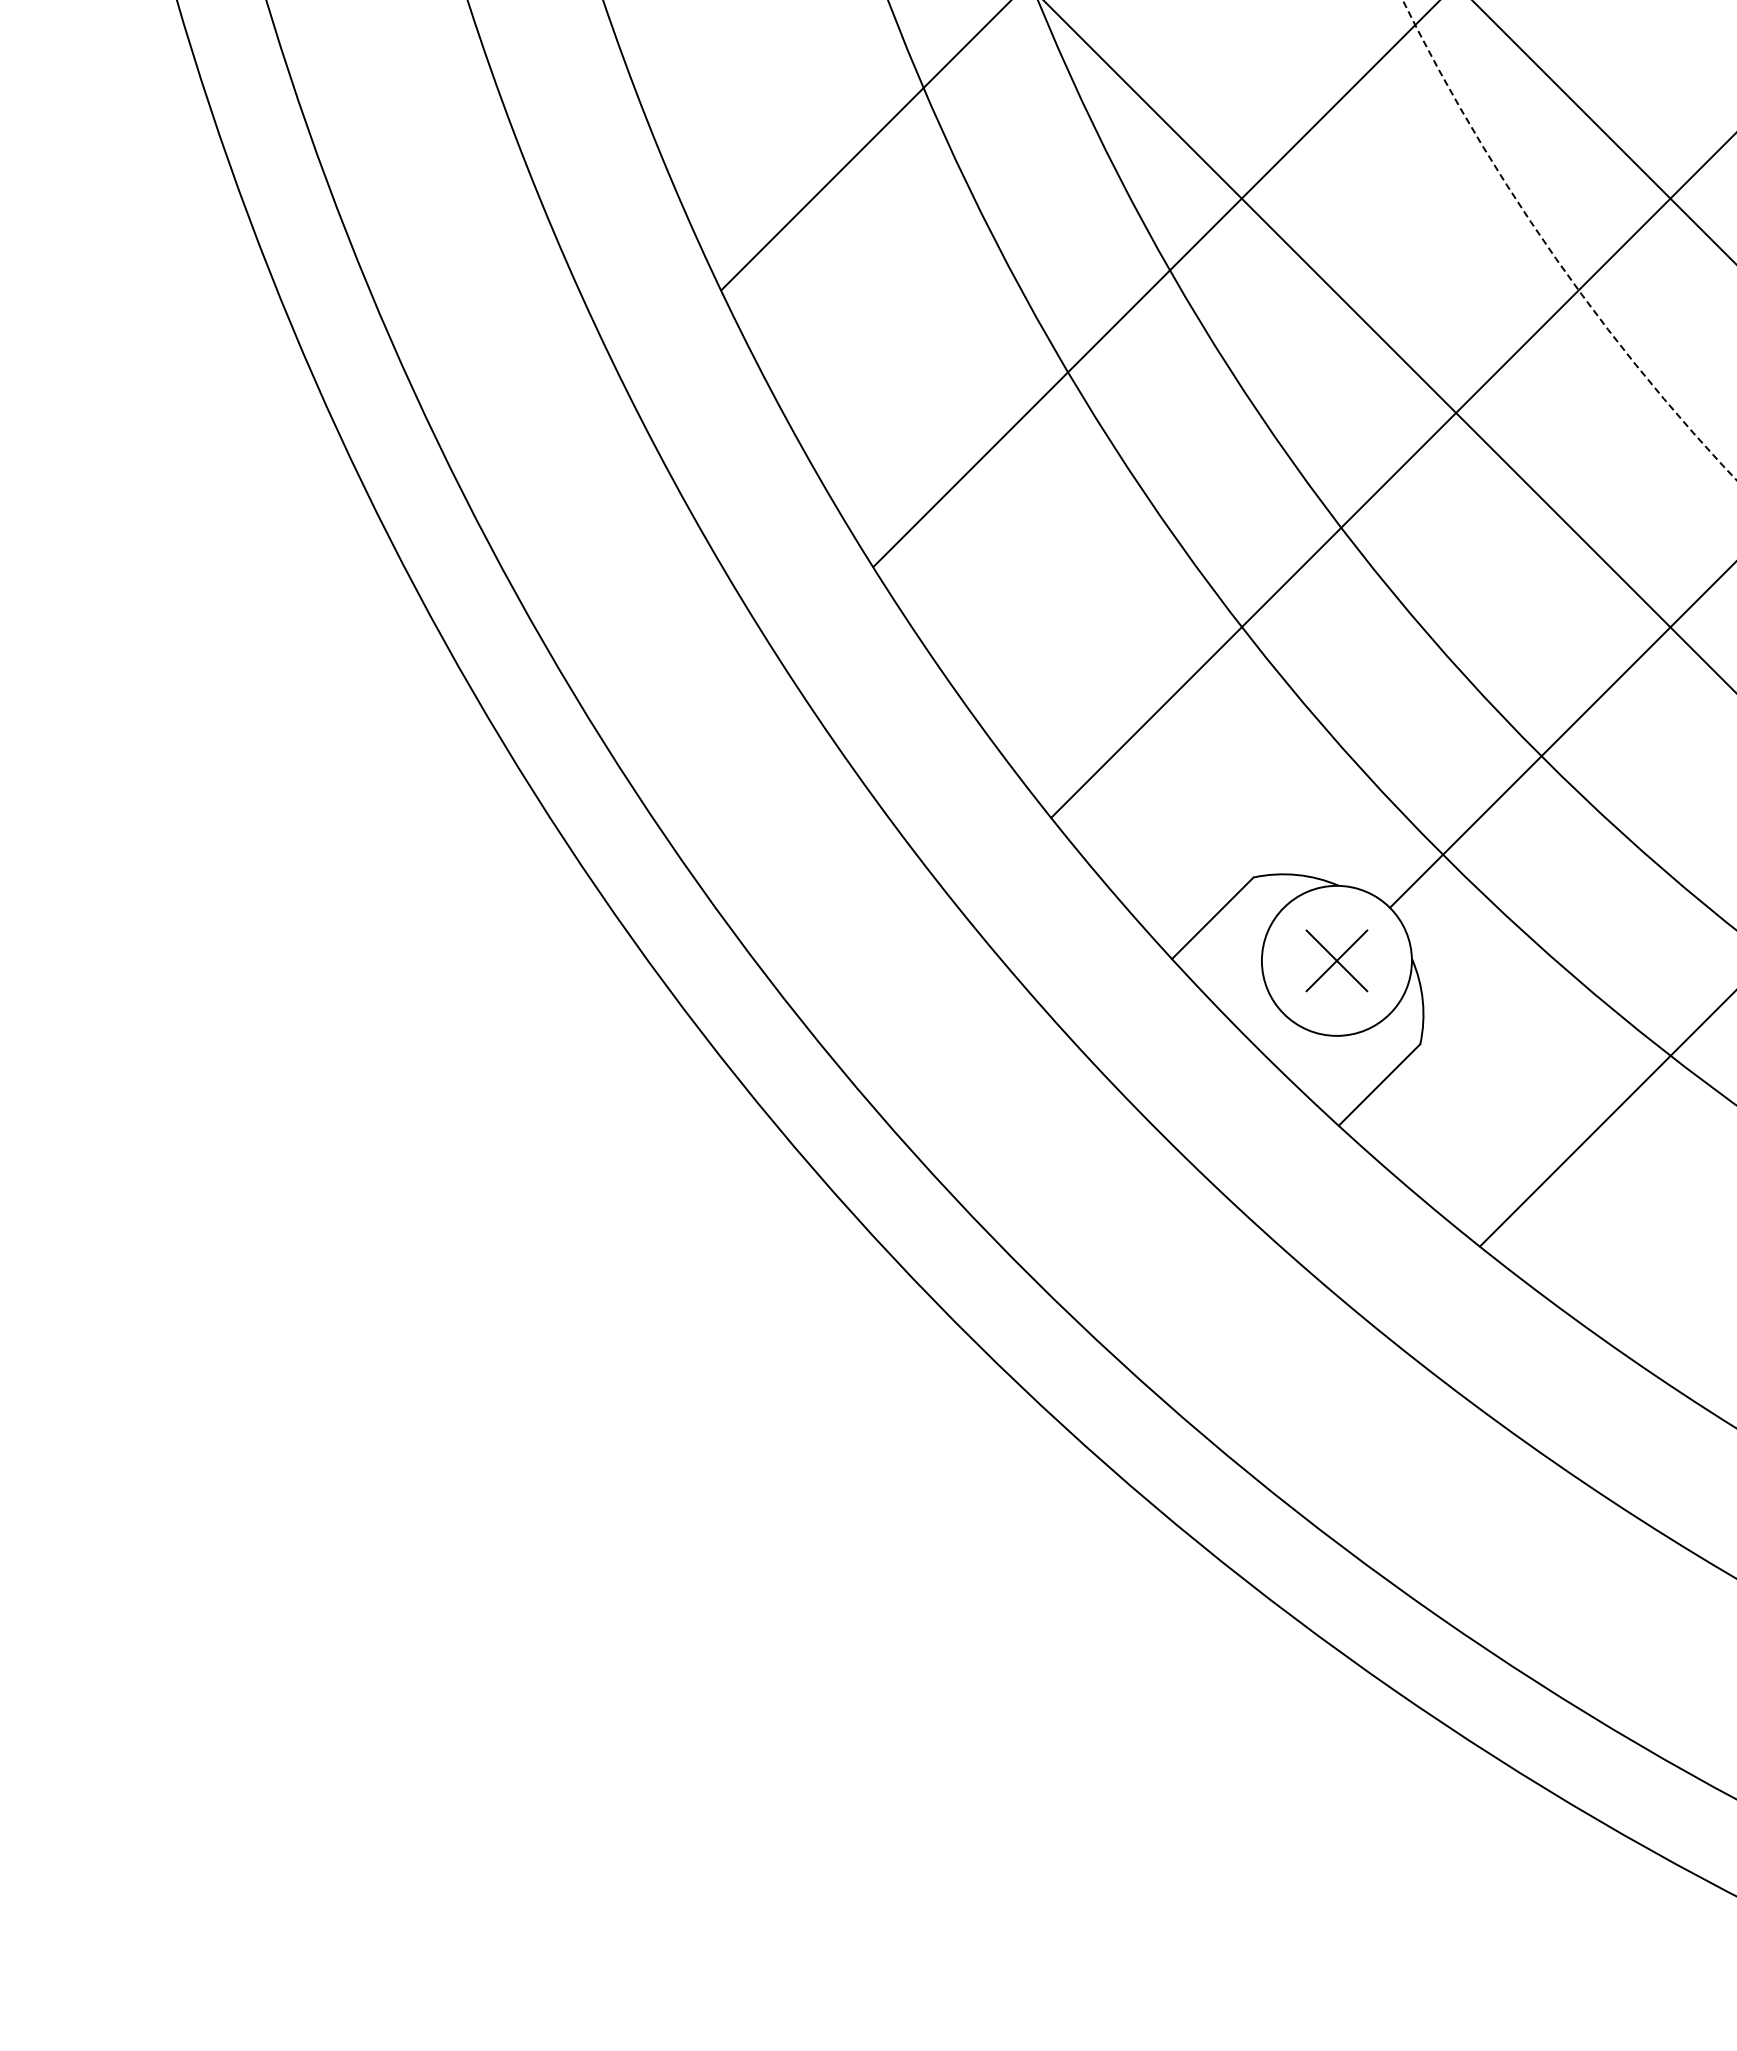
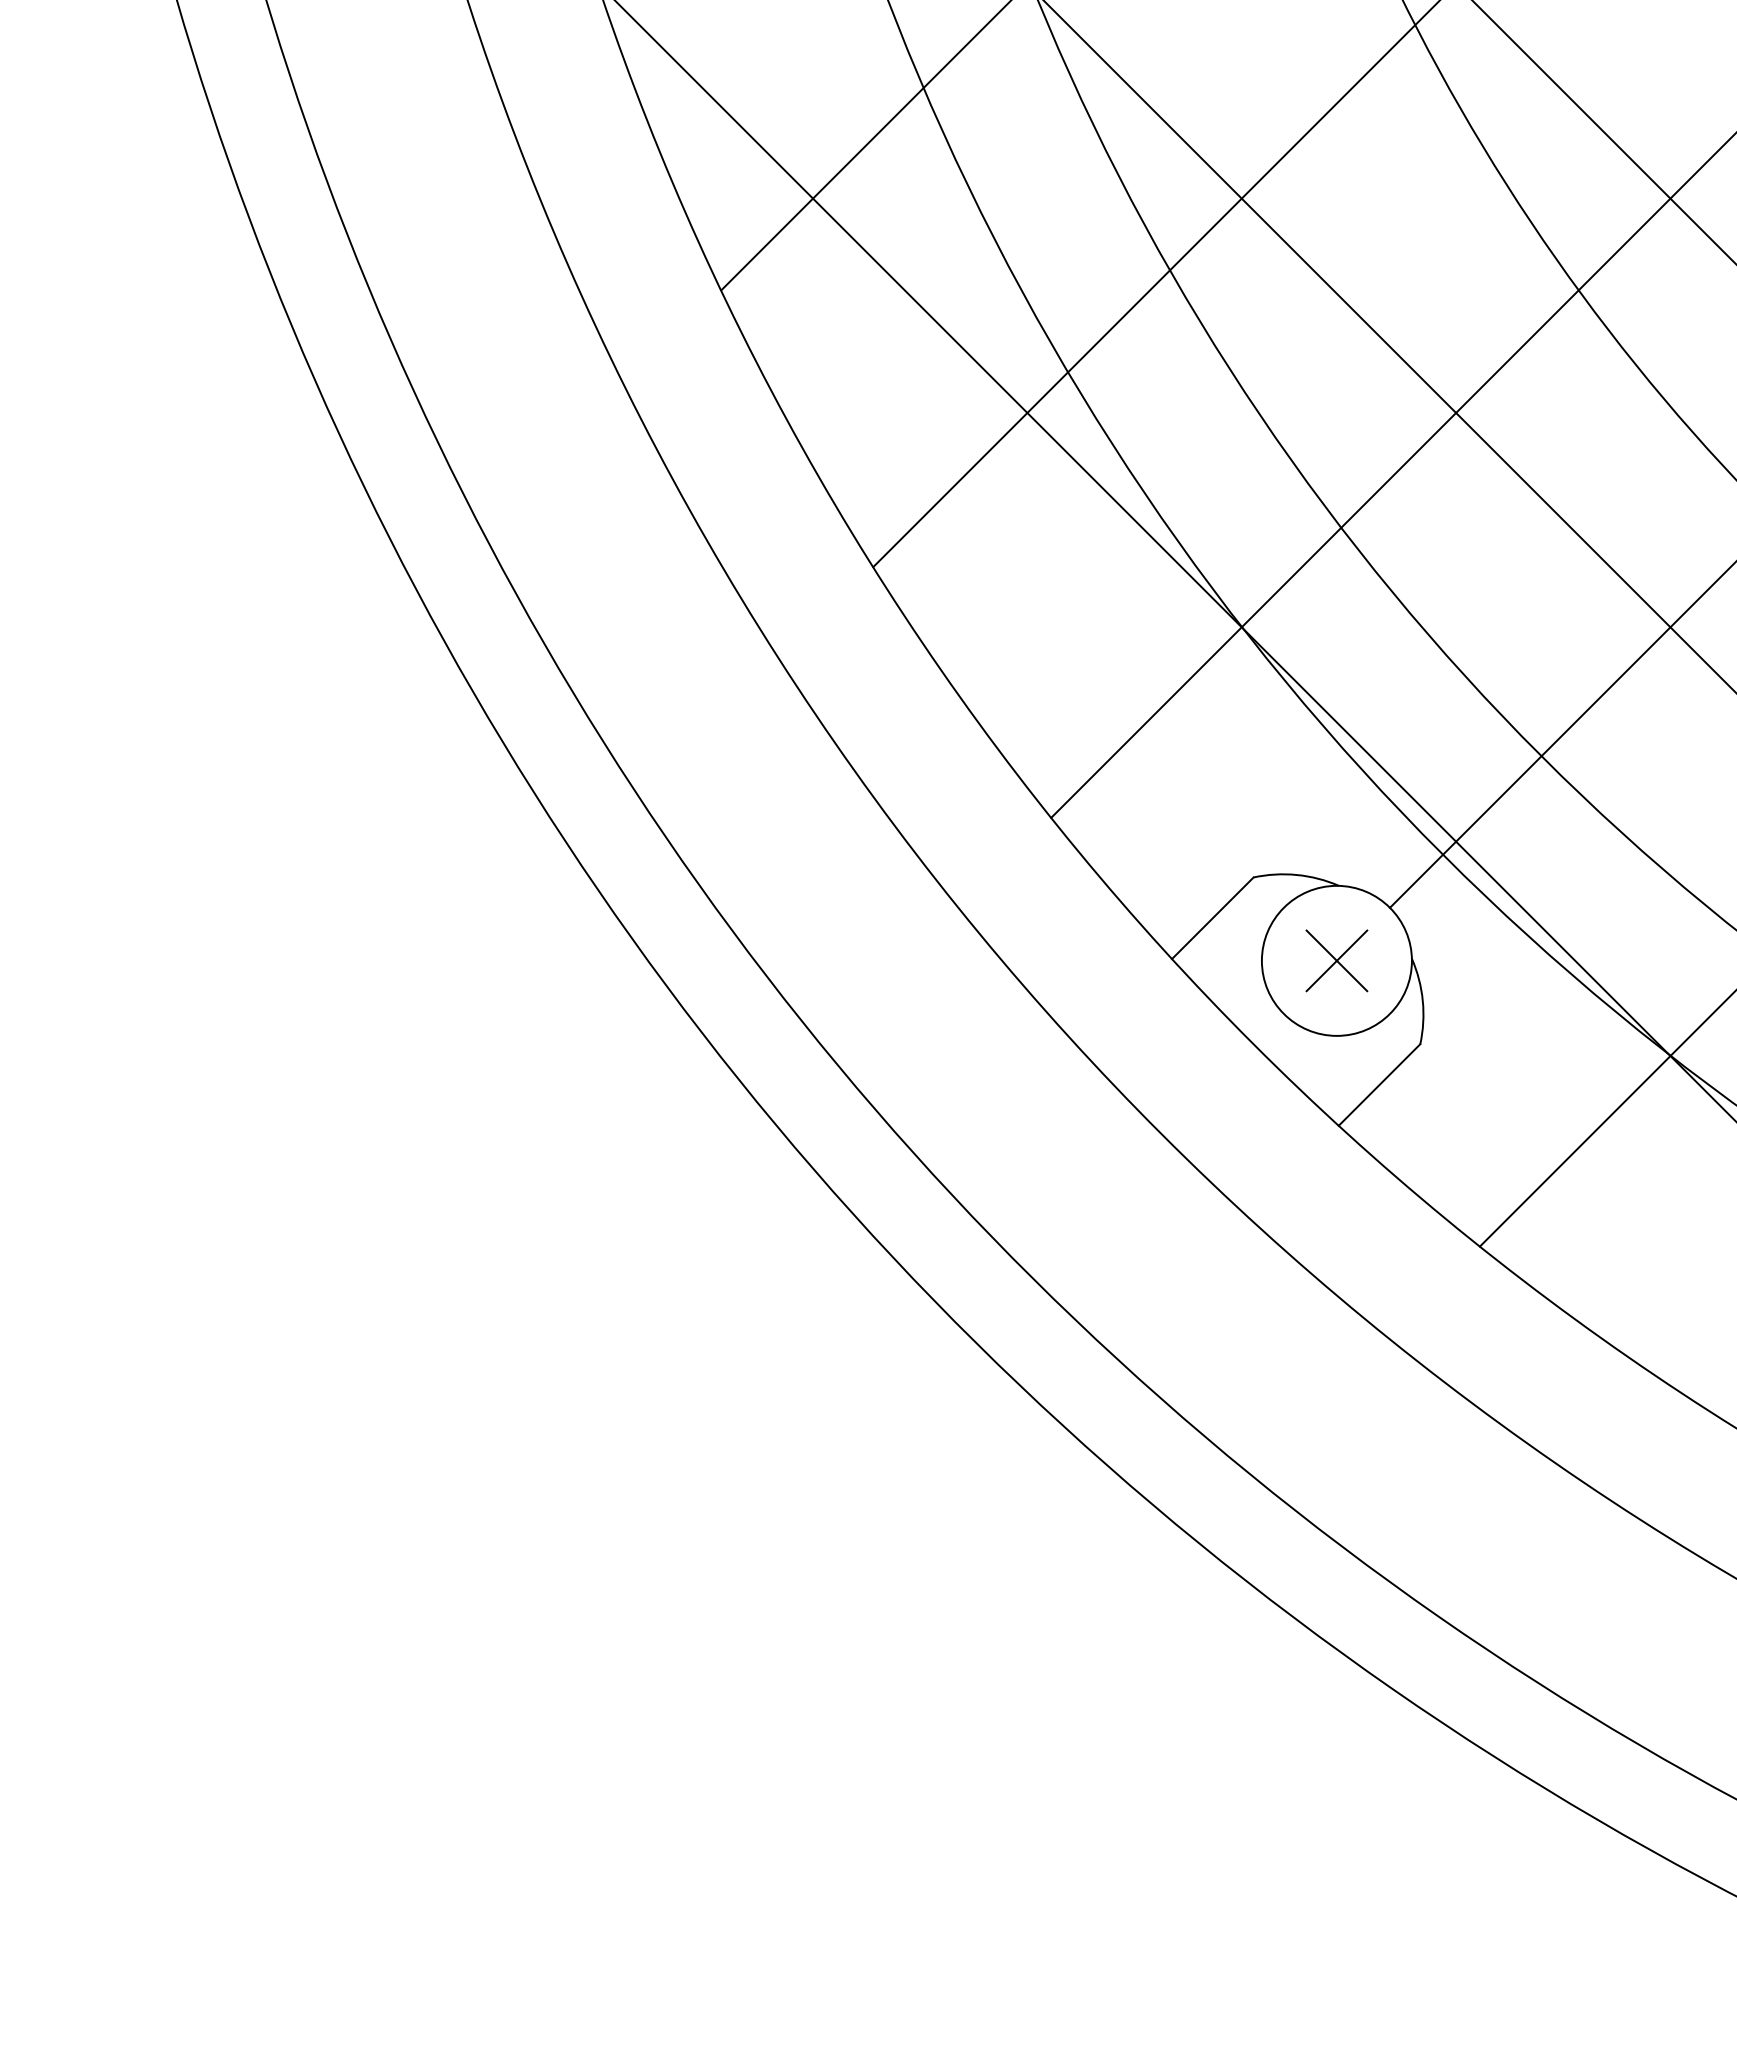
arc at (1552, 253): dashed -> solid
line at (1174, 560): none -> present
